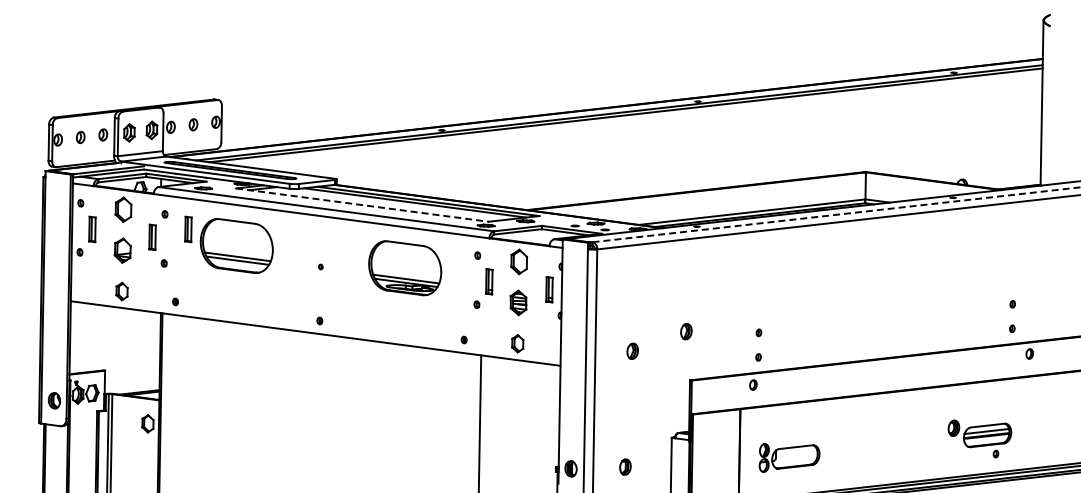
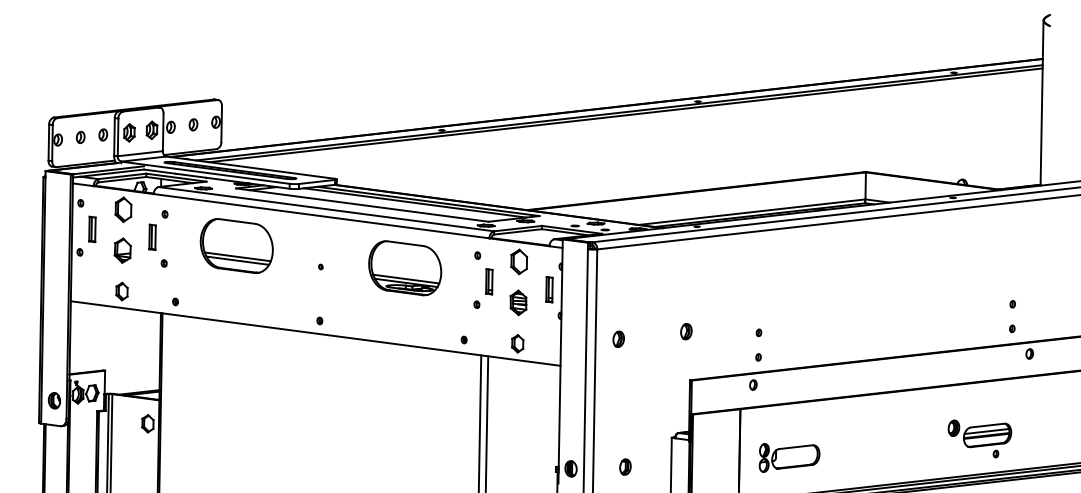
line at (362, 205): dashed -> solid
line at (836, 214): dashed -> solid
part at (188, 229): present -> none
part at (632, 350) position: (632, 350) -> (618, 338)
line at (486, 422): none -> present
